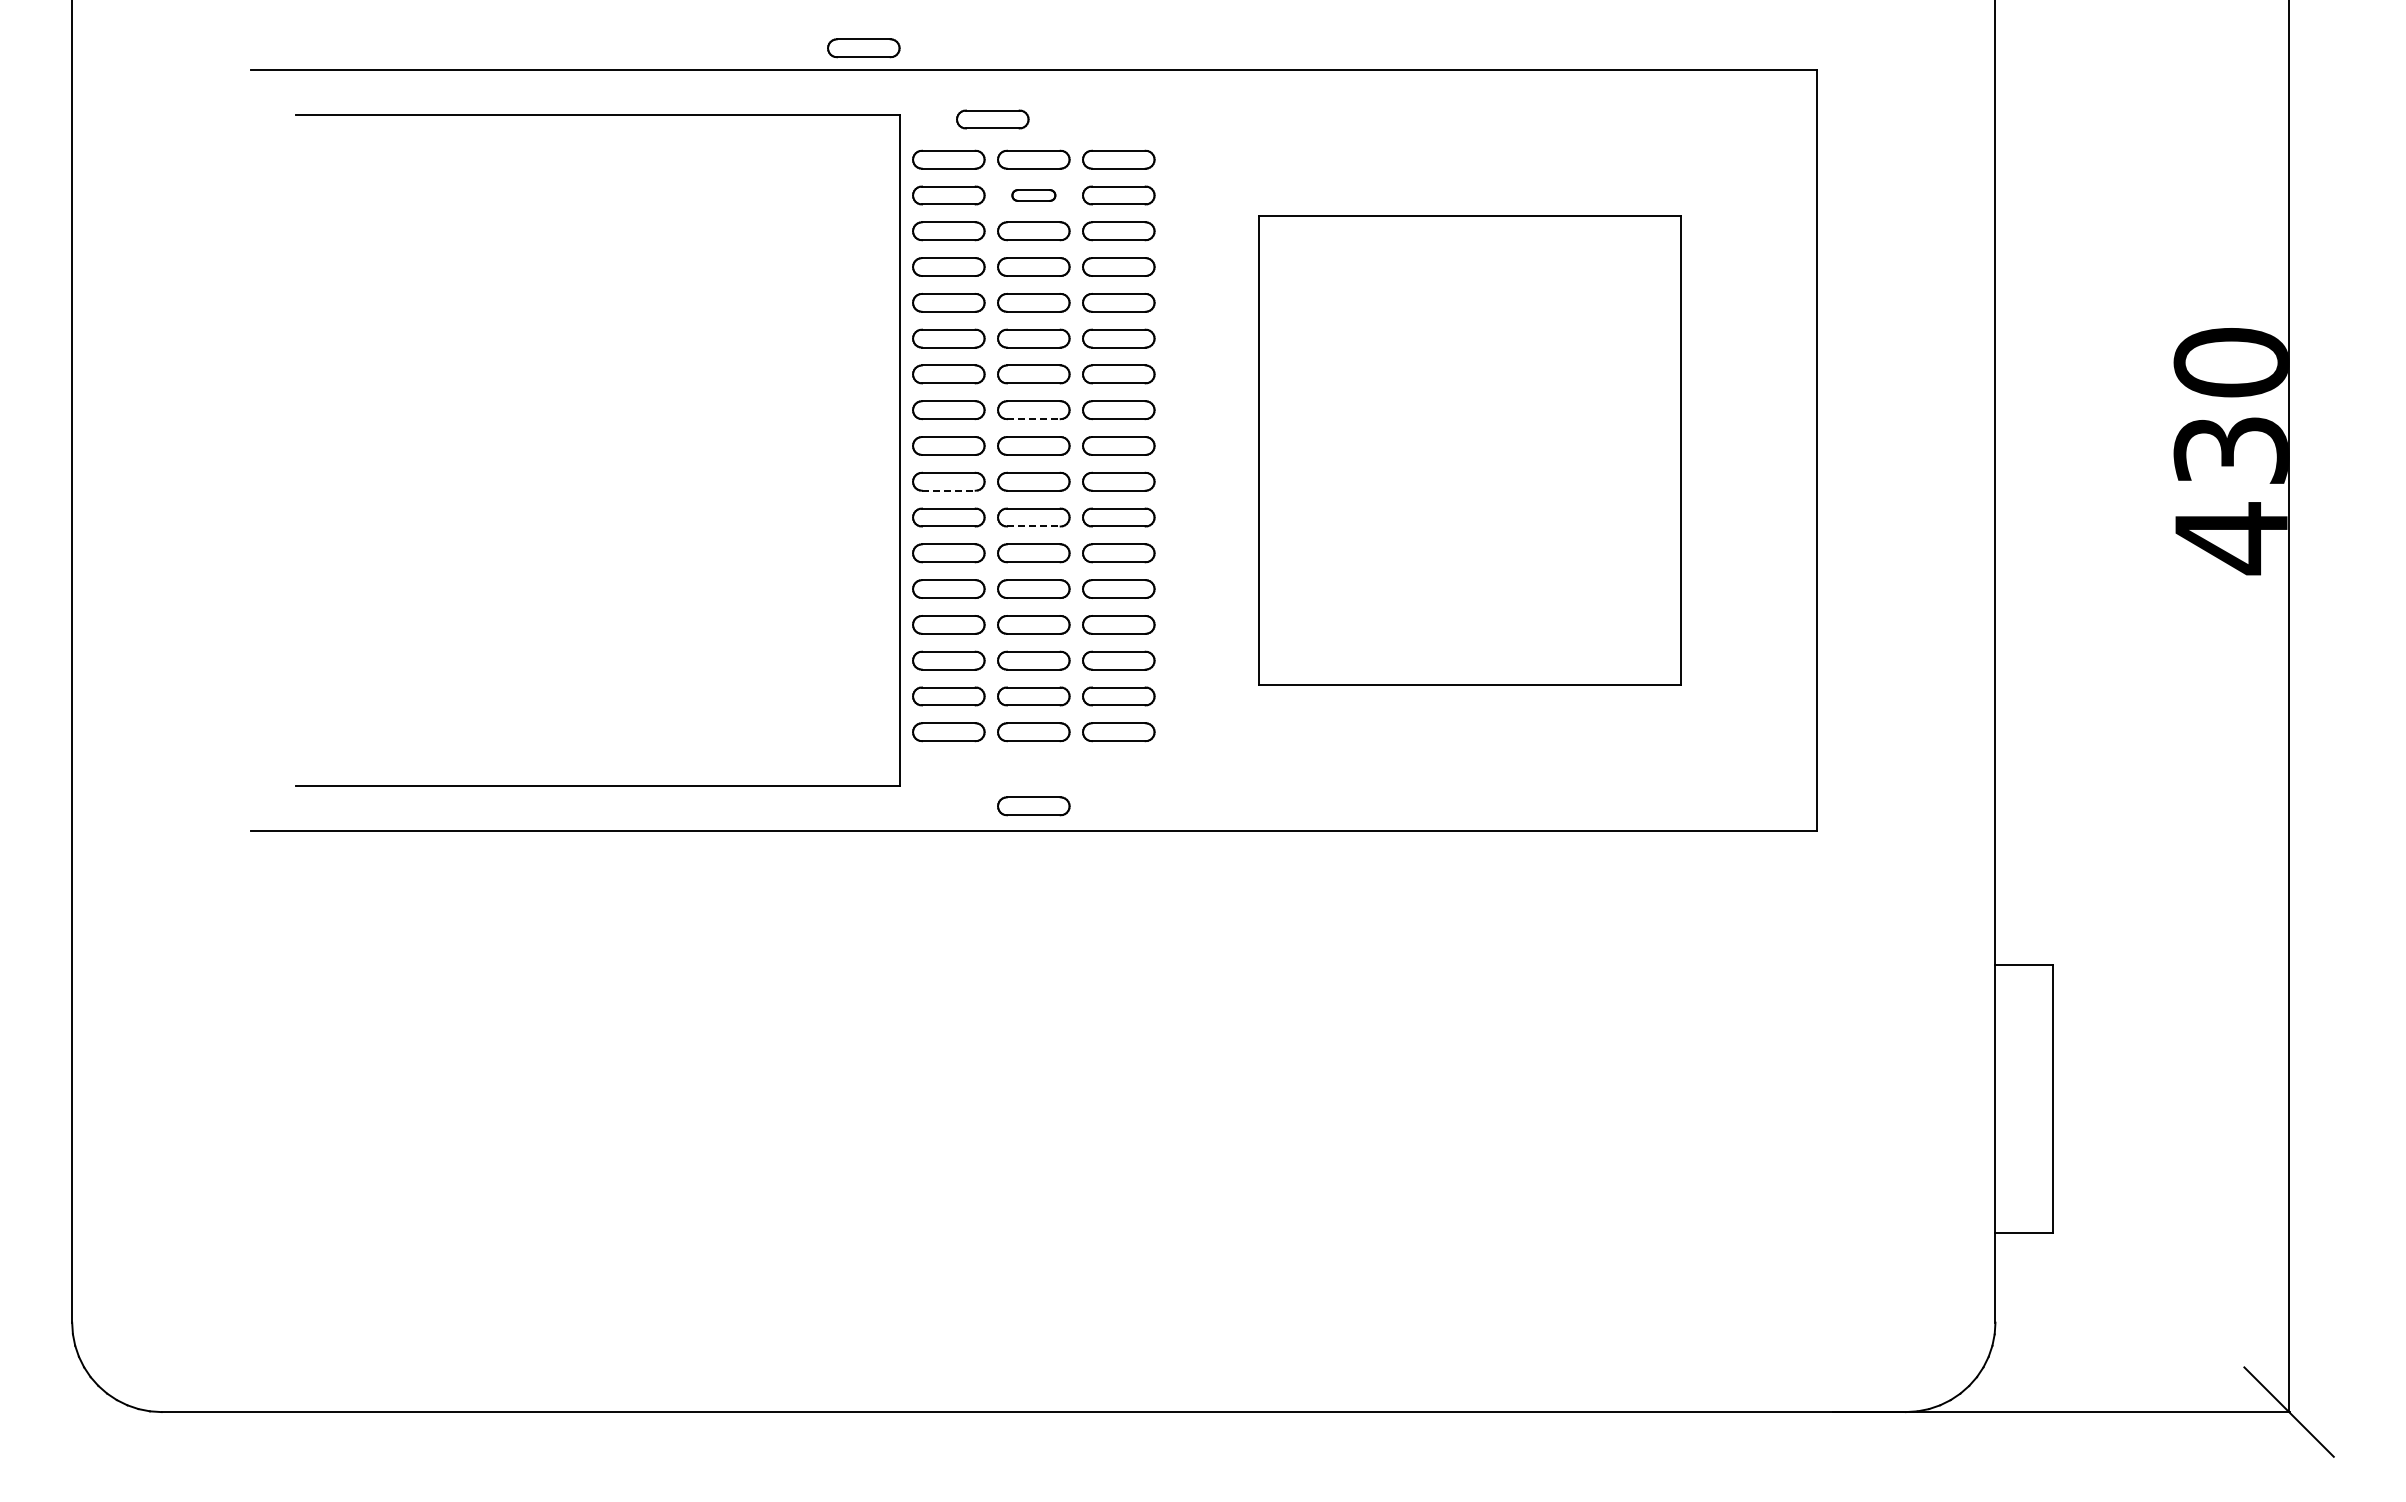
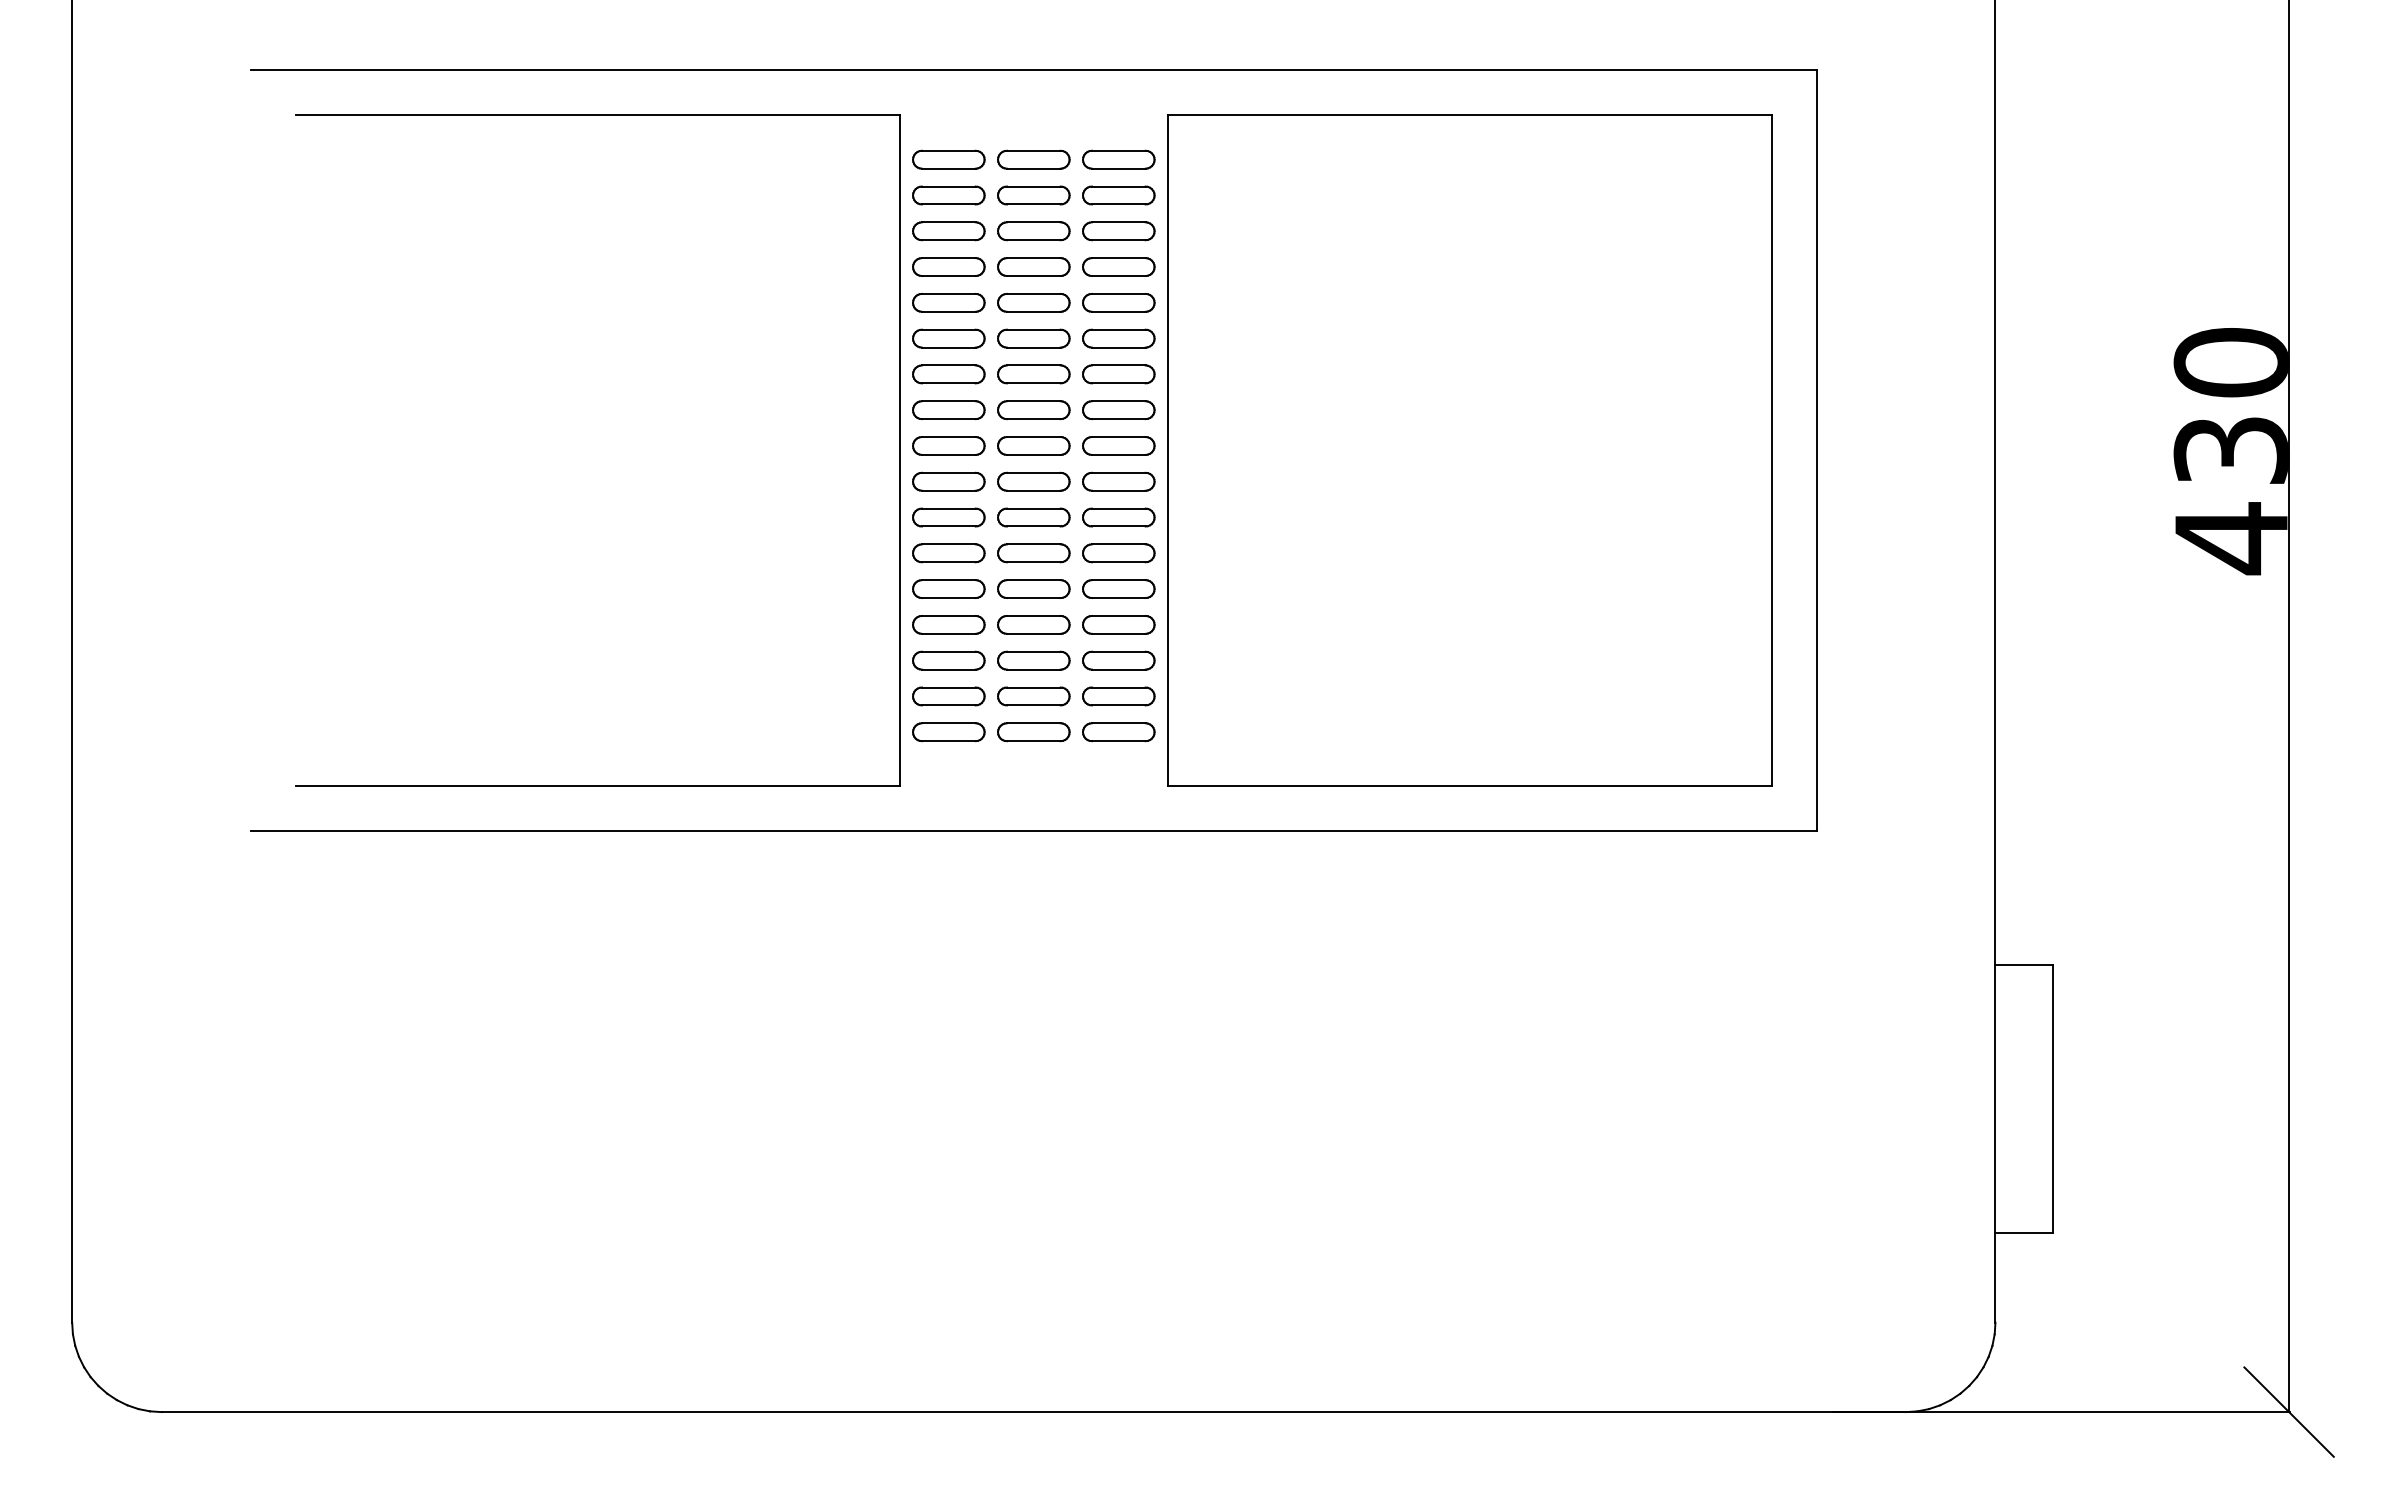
part at (863, 48): present -> none
part at (992, 119): present -> none
part at (1033, 195) size: 46x13 px -> 74x21 px
line at (1033, 419): dashed -> solid
part at (1469, 450) size: 424x471 px -> 606x673 px
line at (948, 490): dashed -> solid
line at (1033, 526): dashed -> solid
part at (1033, 806): present -> none
